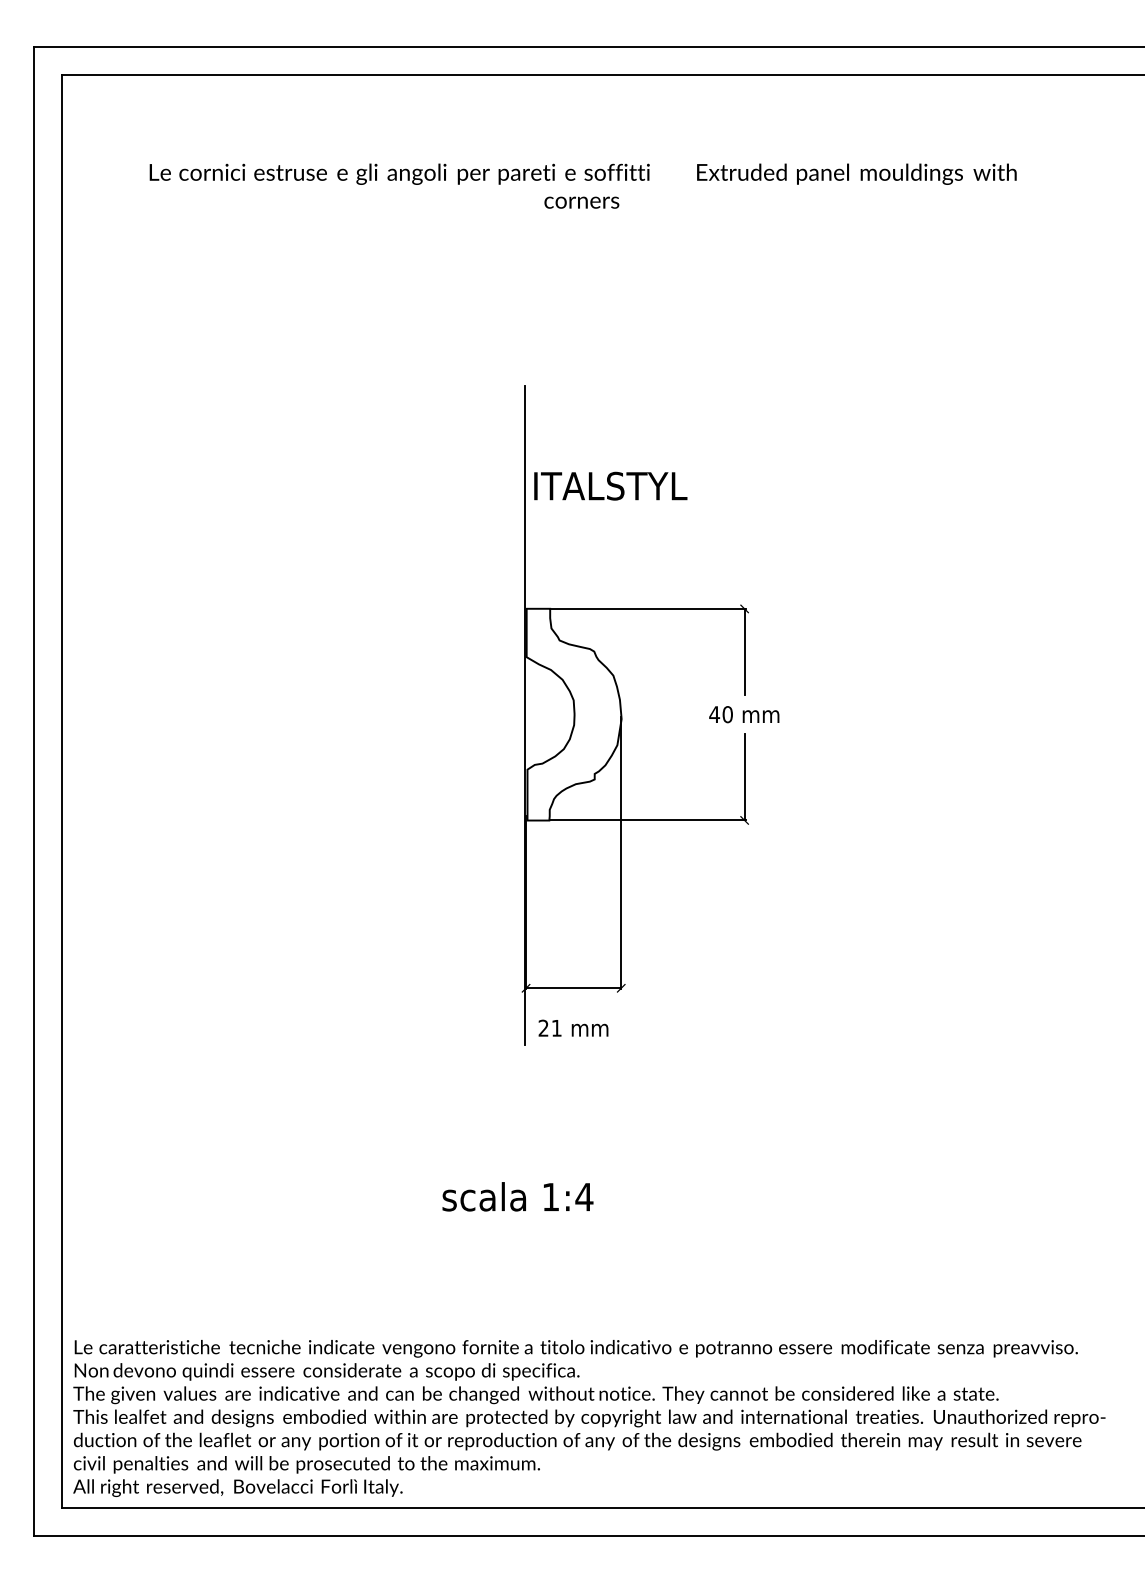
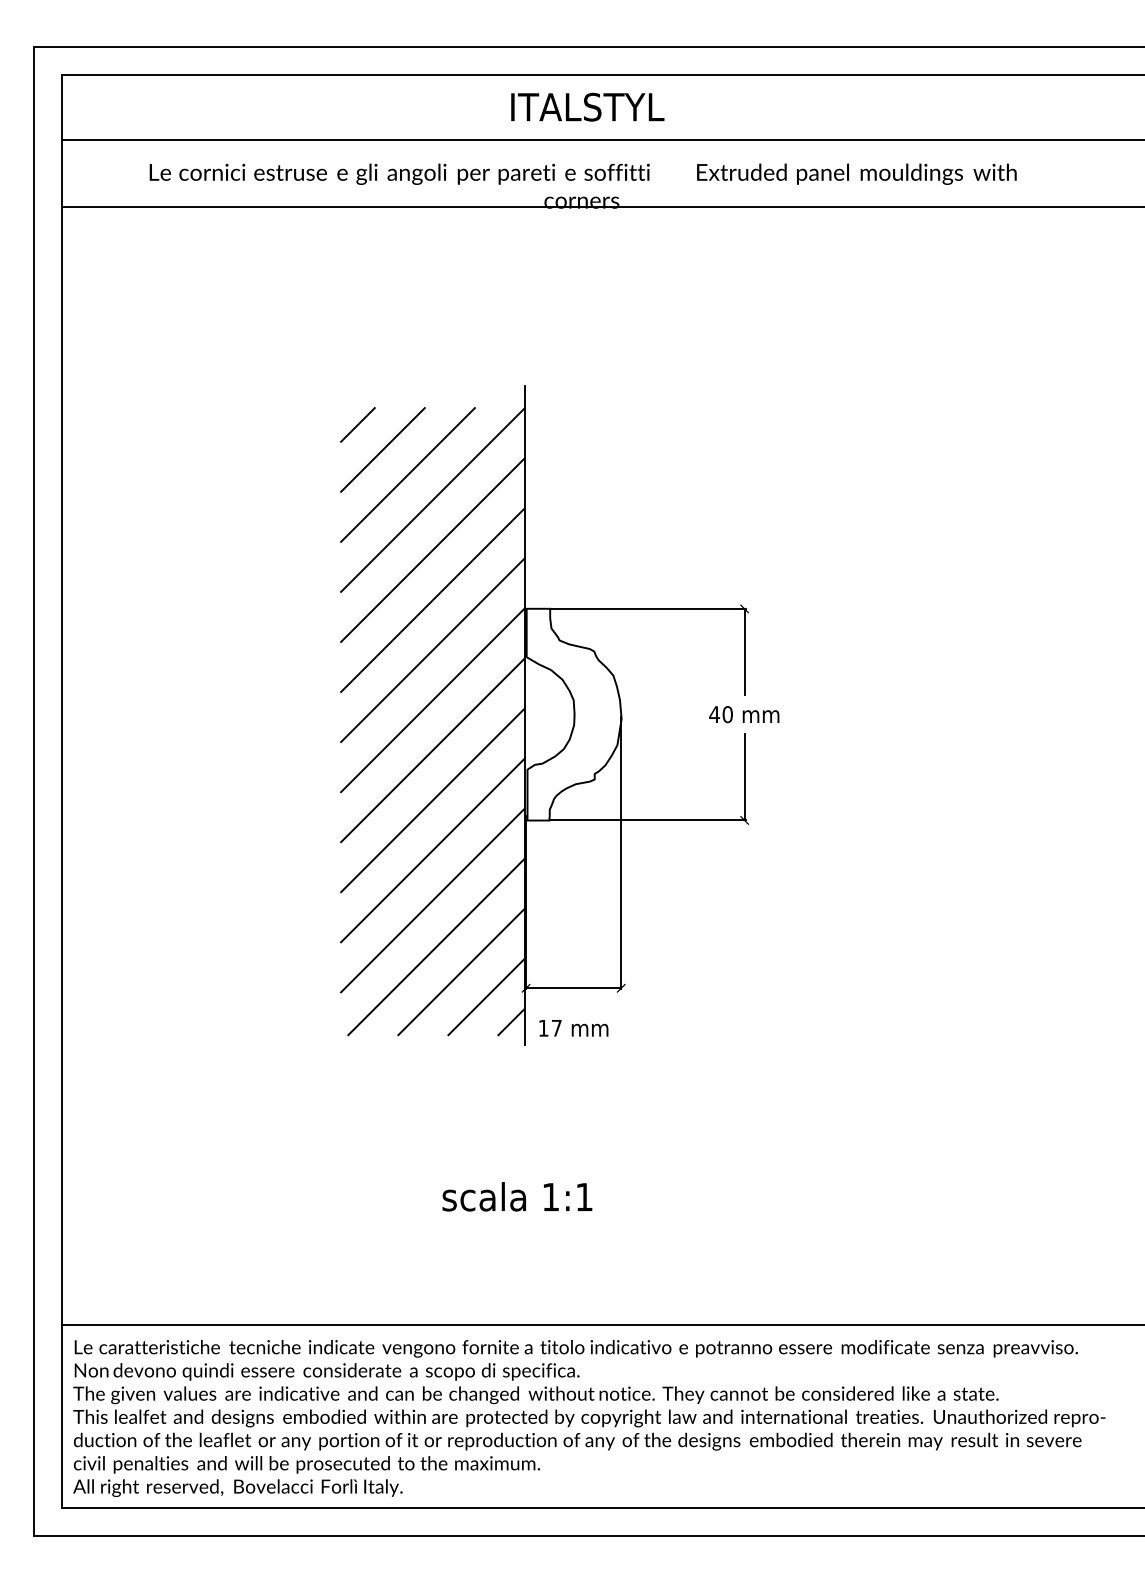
line at (601, 139): none -> present
line at (601, 207): none -> present
text at (610, 485) position: (610, 485) -> (587, 106)
hatch at (432, 721): none -> present
text at (549, 1027): 21 -> 17
text at (584, 1197): 1:4 -> 1:1
line at (601, 1324): none -> present
